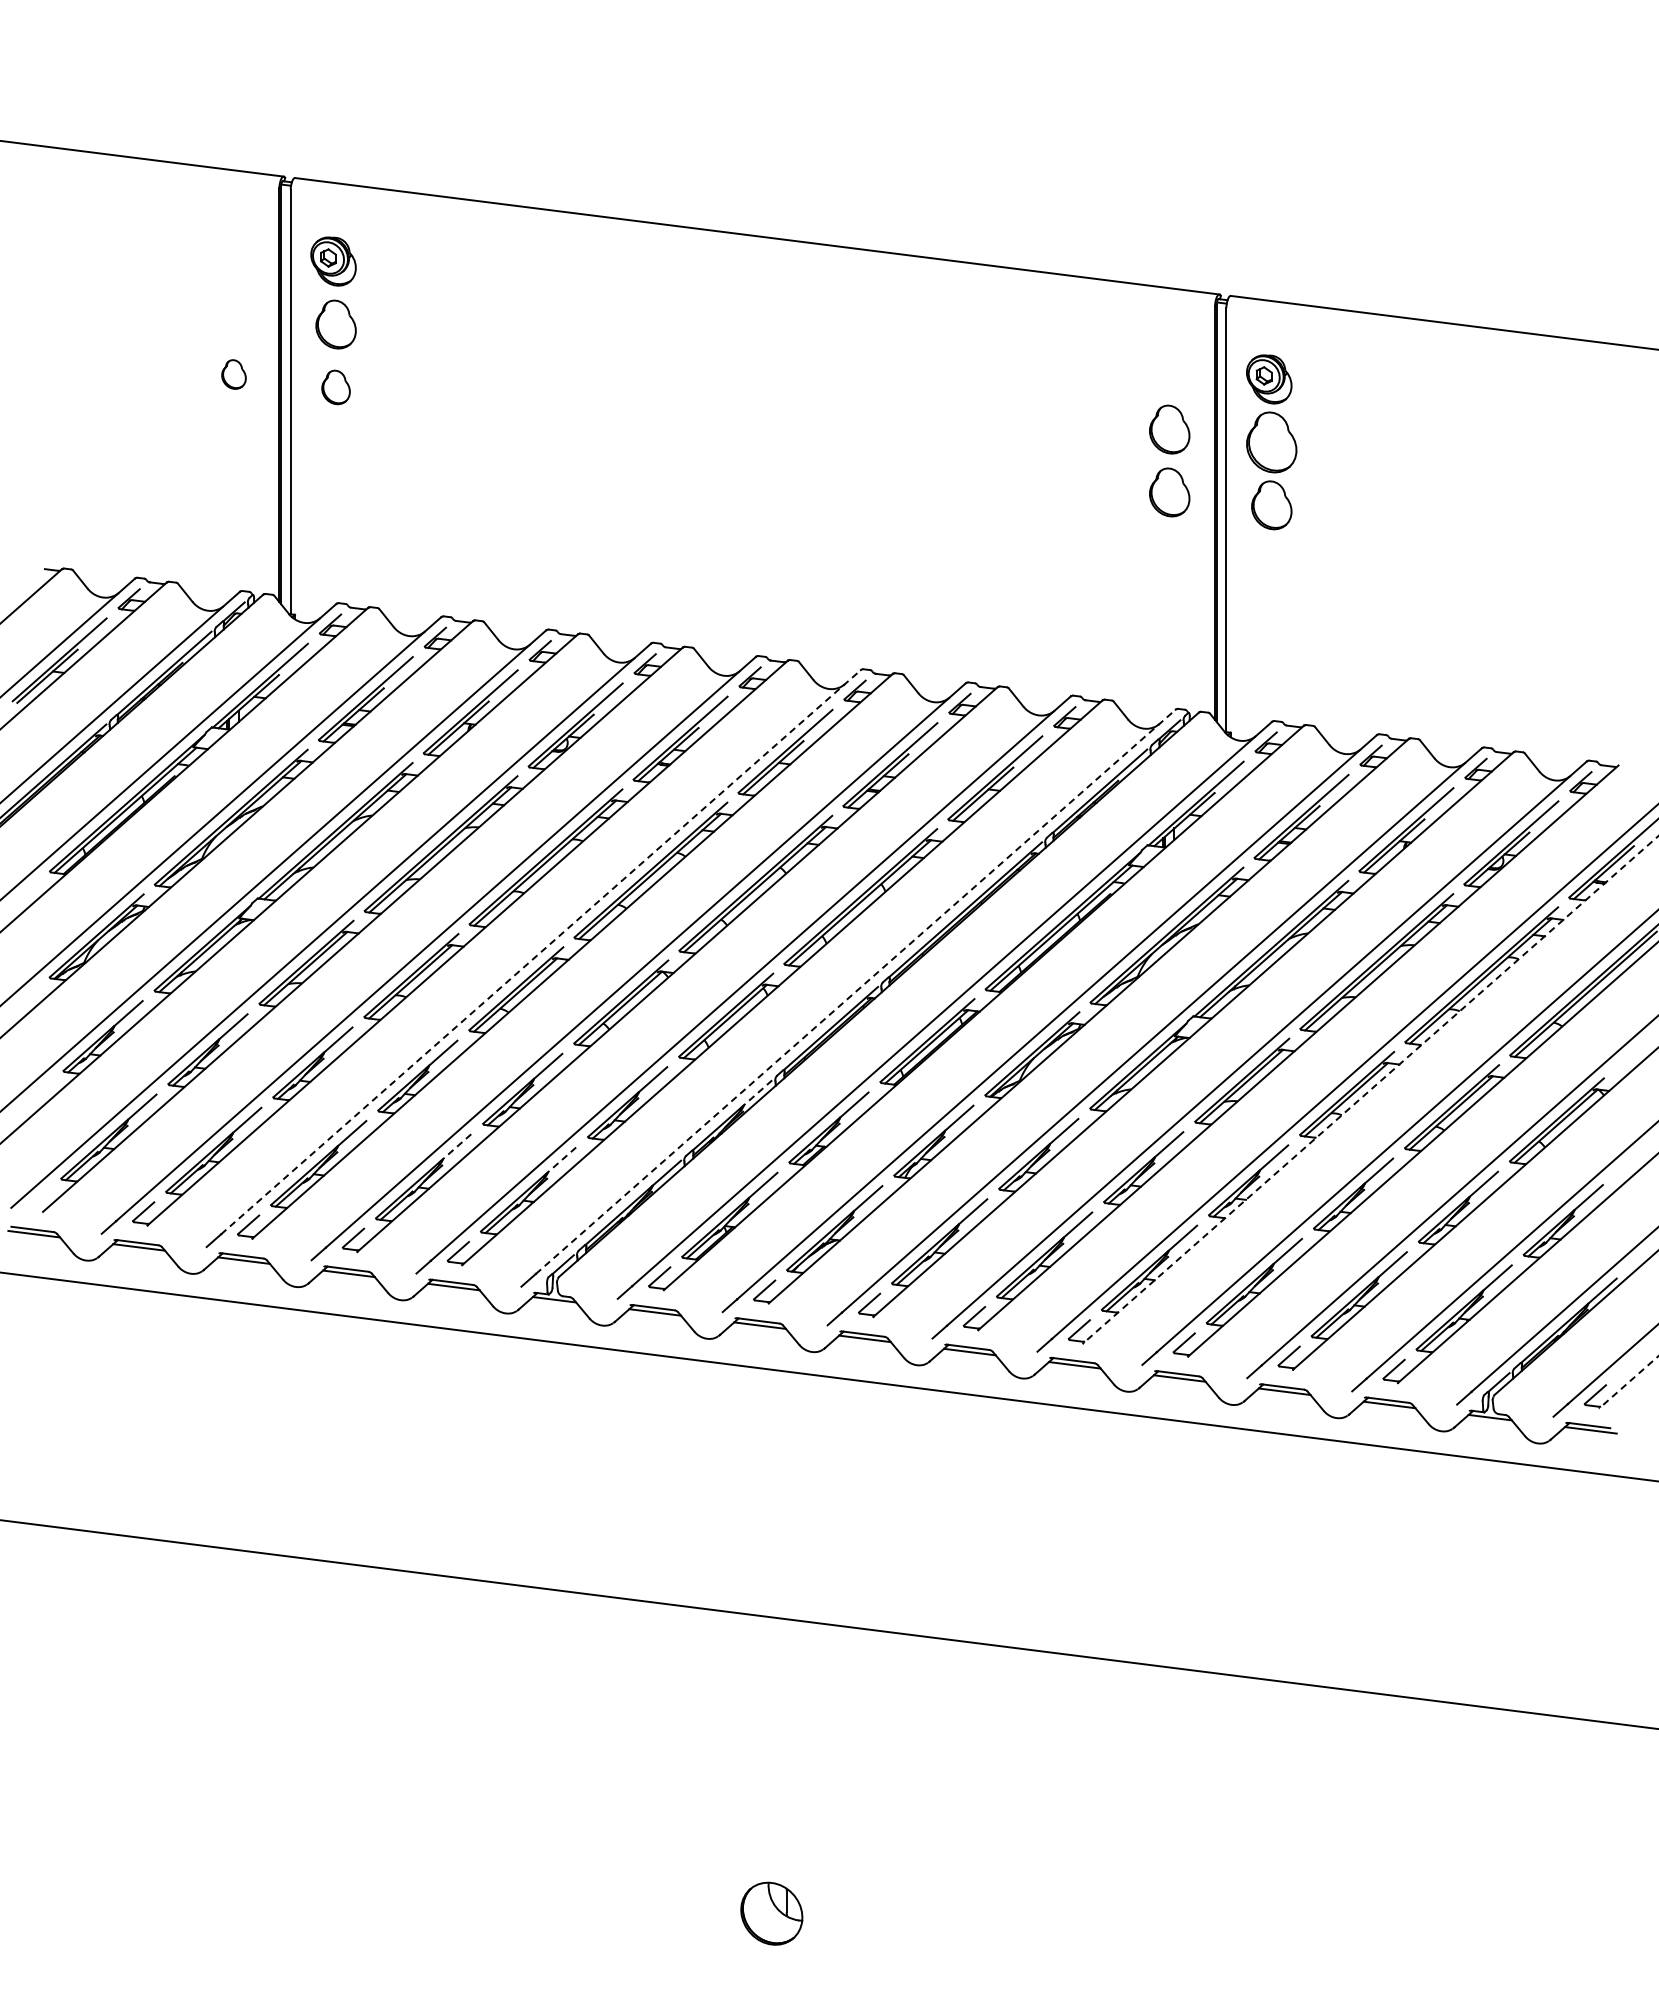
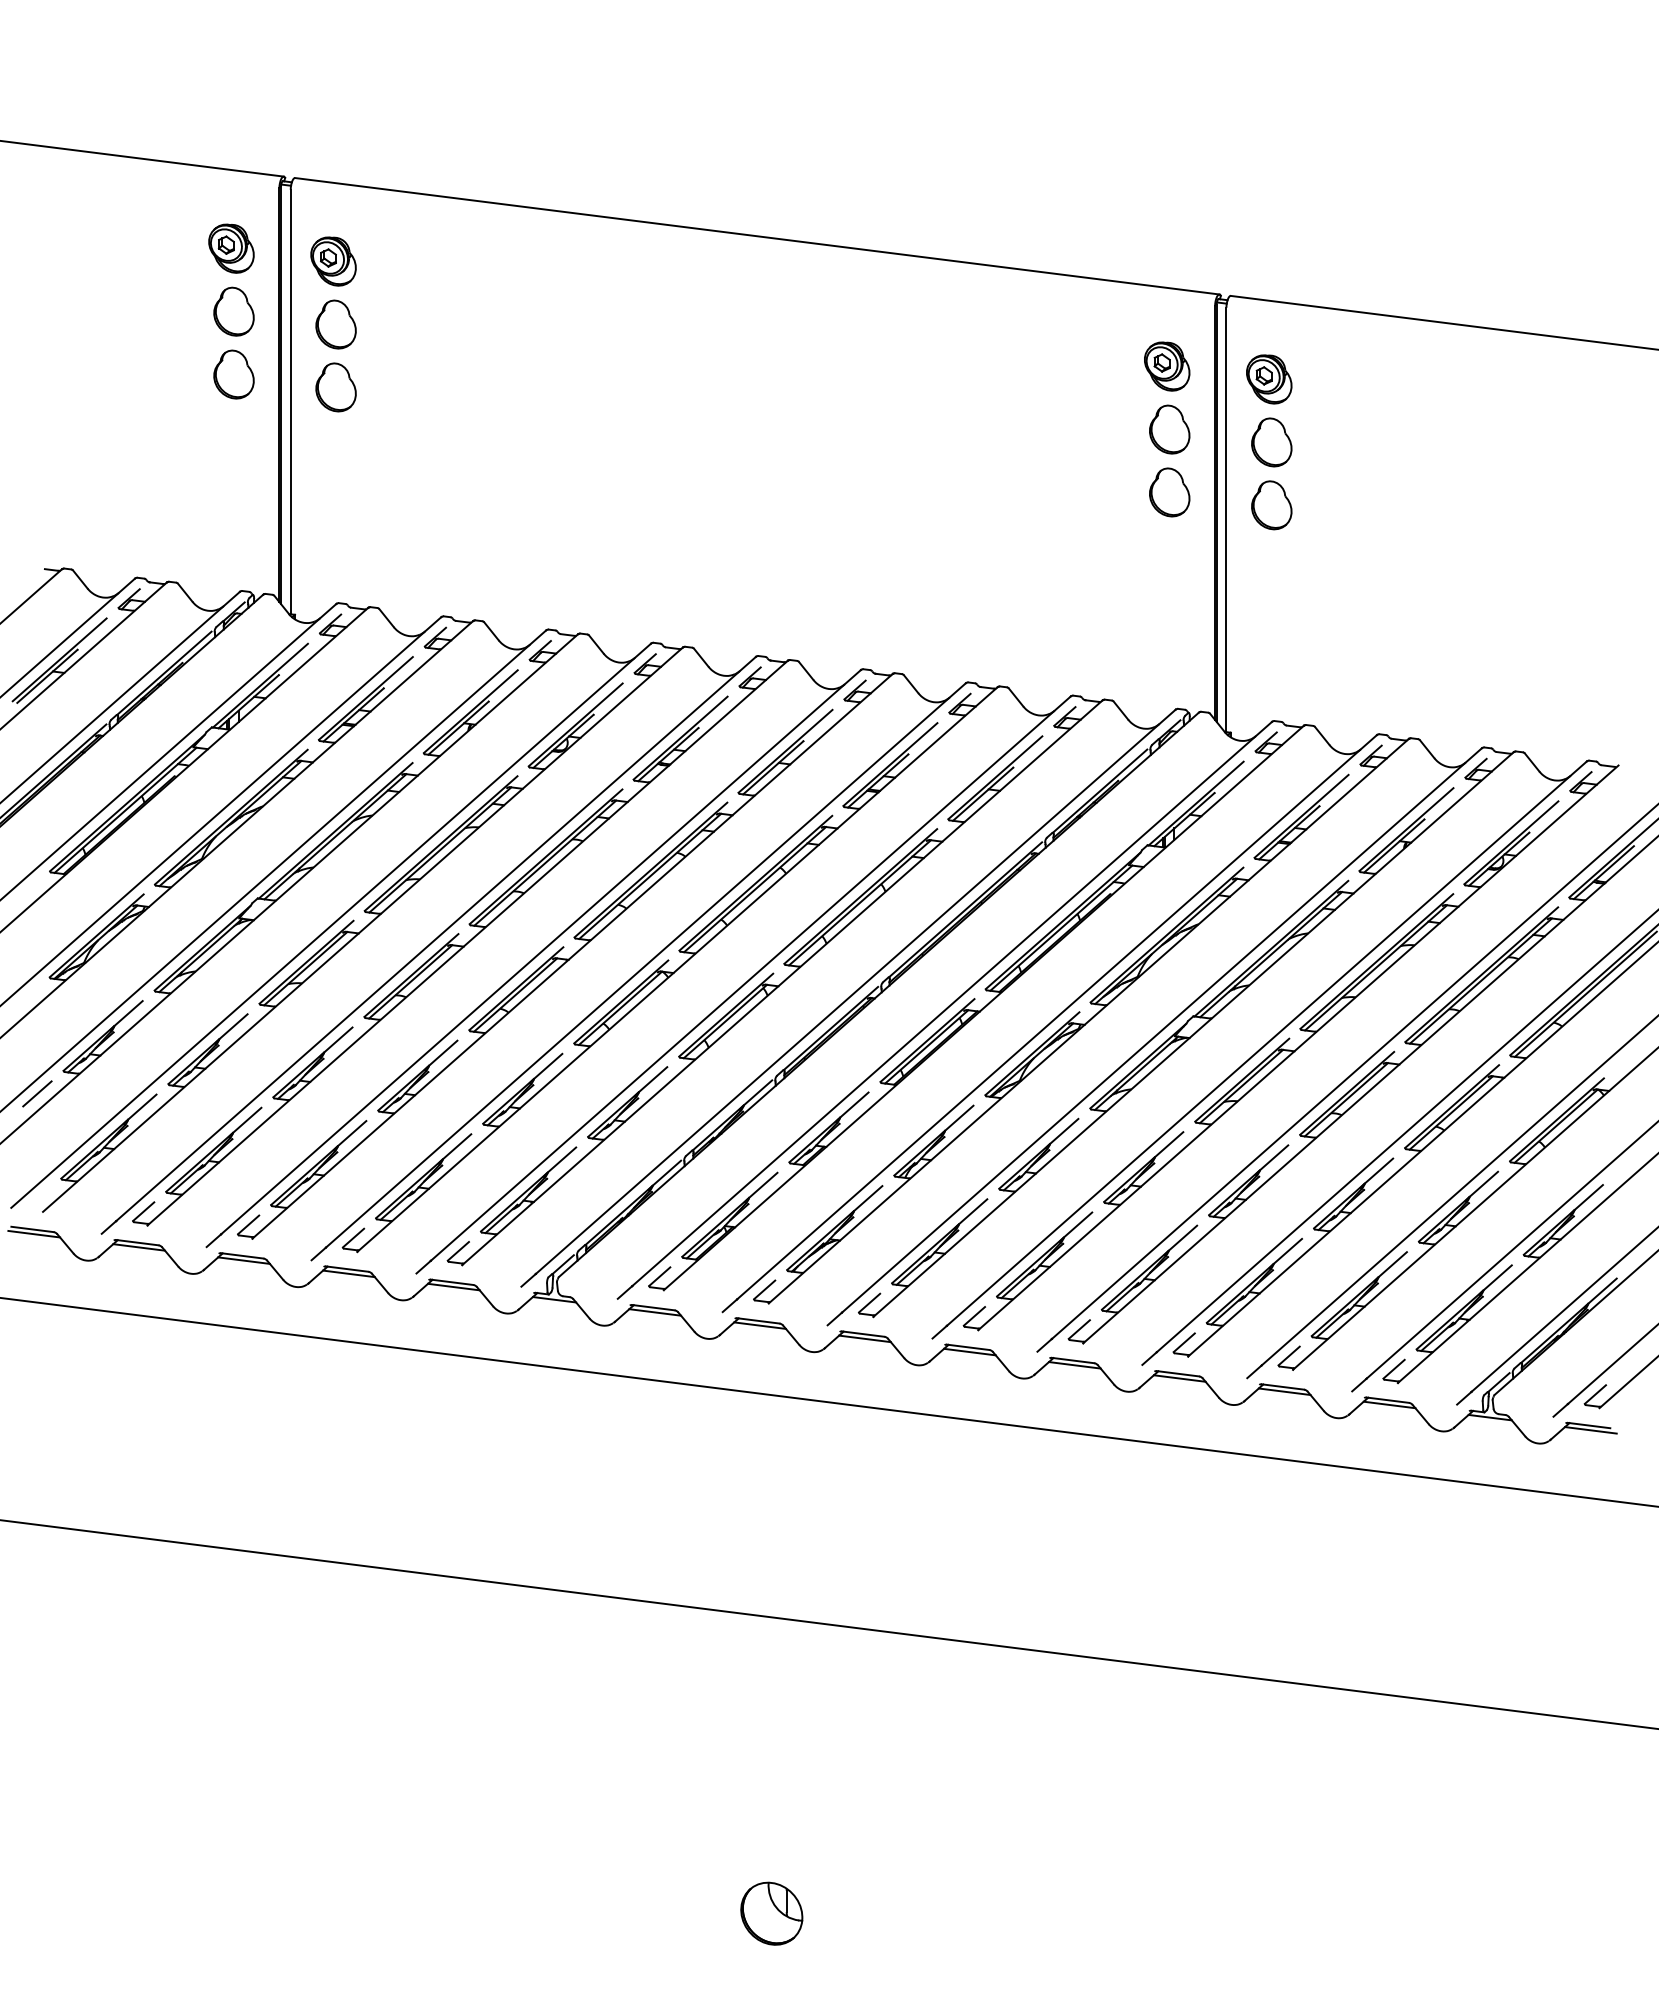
part at (231, 248): none -> present
part at (233, 311): none -> present
part at (1167, 366): none -> present
part at (233, 374) size: 26x31 px -> 42x51 px
part at (335, 387) size: 30x37 px -> 42x51 px
part at (1271, 442) size: 52x63 px -> 42x51 px
line at (541, 952): dashed -> solid
line at (855, 991): dashed -> solid
line at (1370, 1089): dashed -> solid
line at (757, 1092): dashed -> solid
line at (37, 1093): none -> present
line at (457, 1146): dashed -> solid
line at (561, 1159): dashed -> solid
line at (828, 1376) position: (828, 1376) -> (828, 1402)
line at (1628, 1382): dashed -> solid
